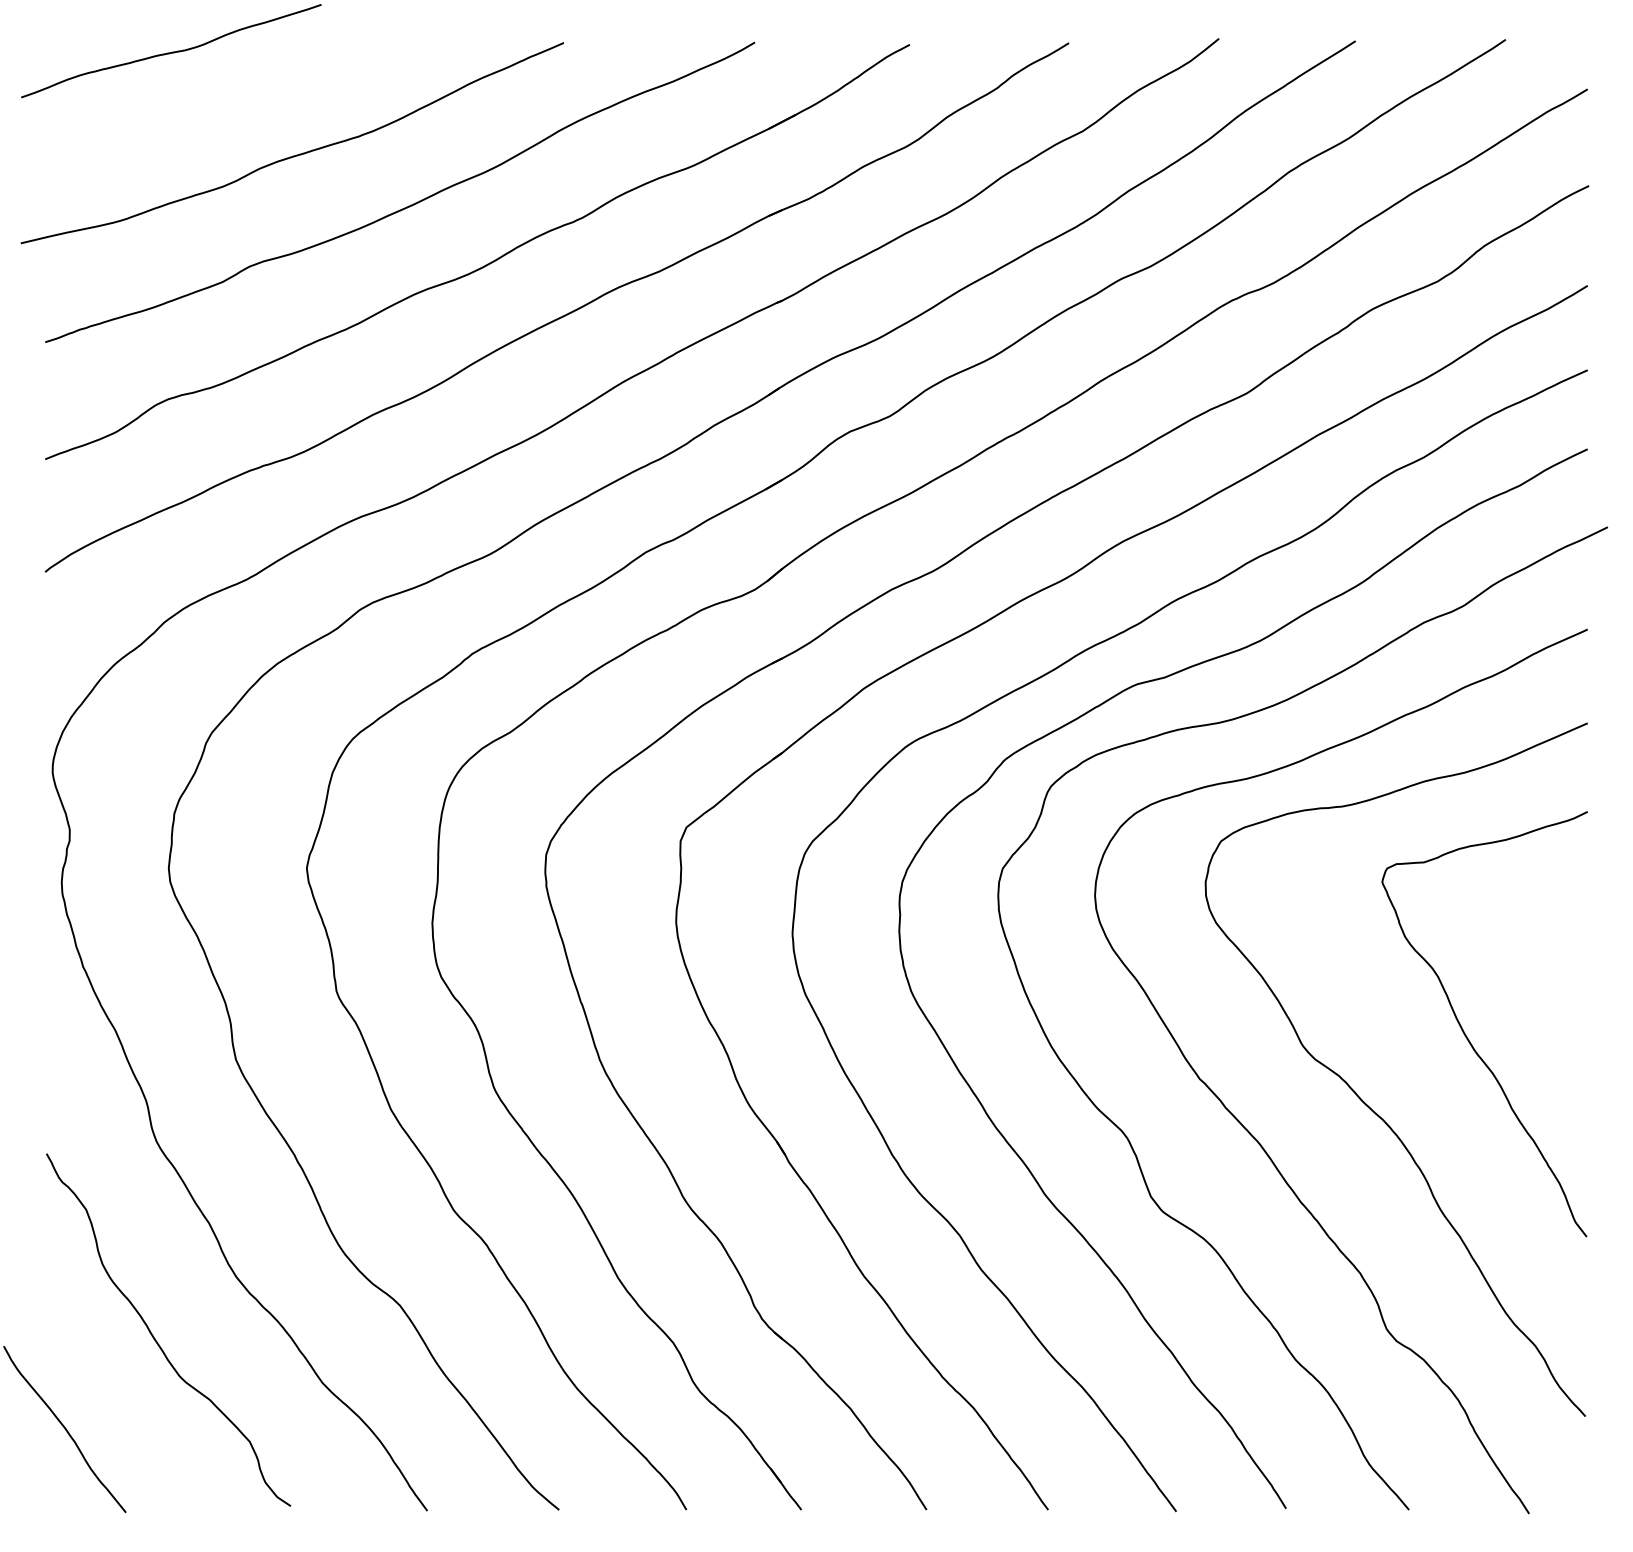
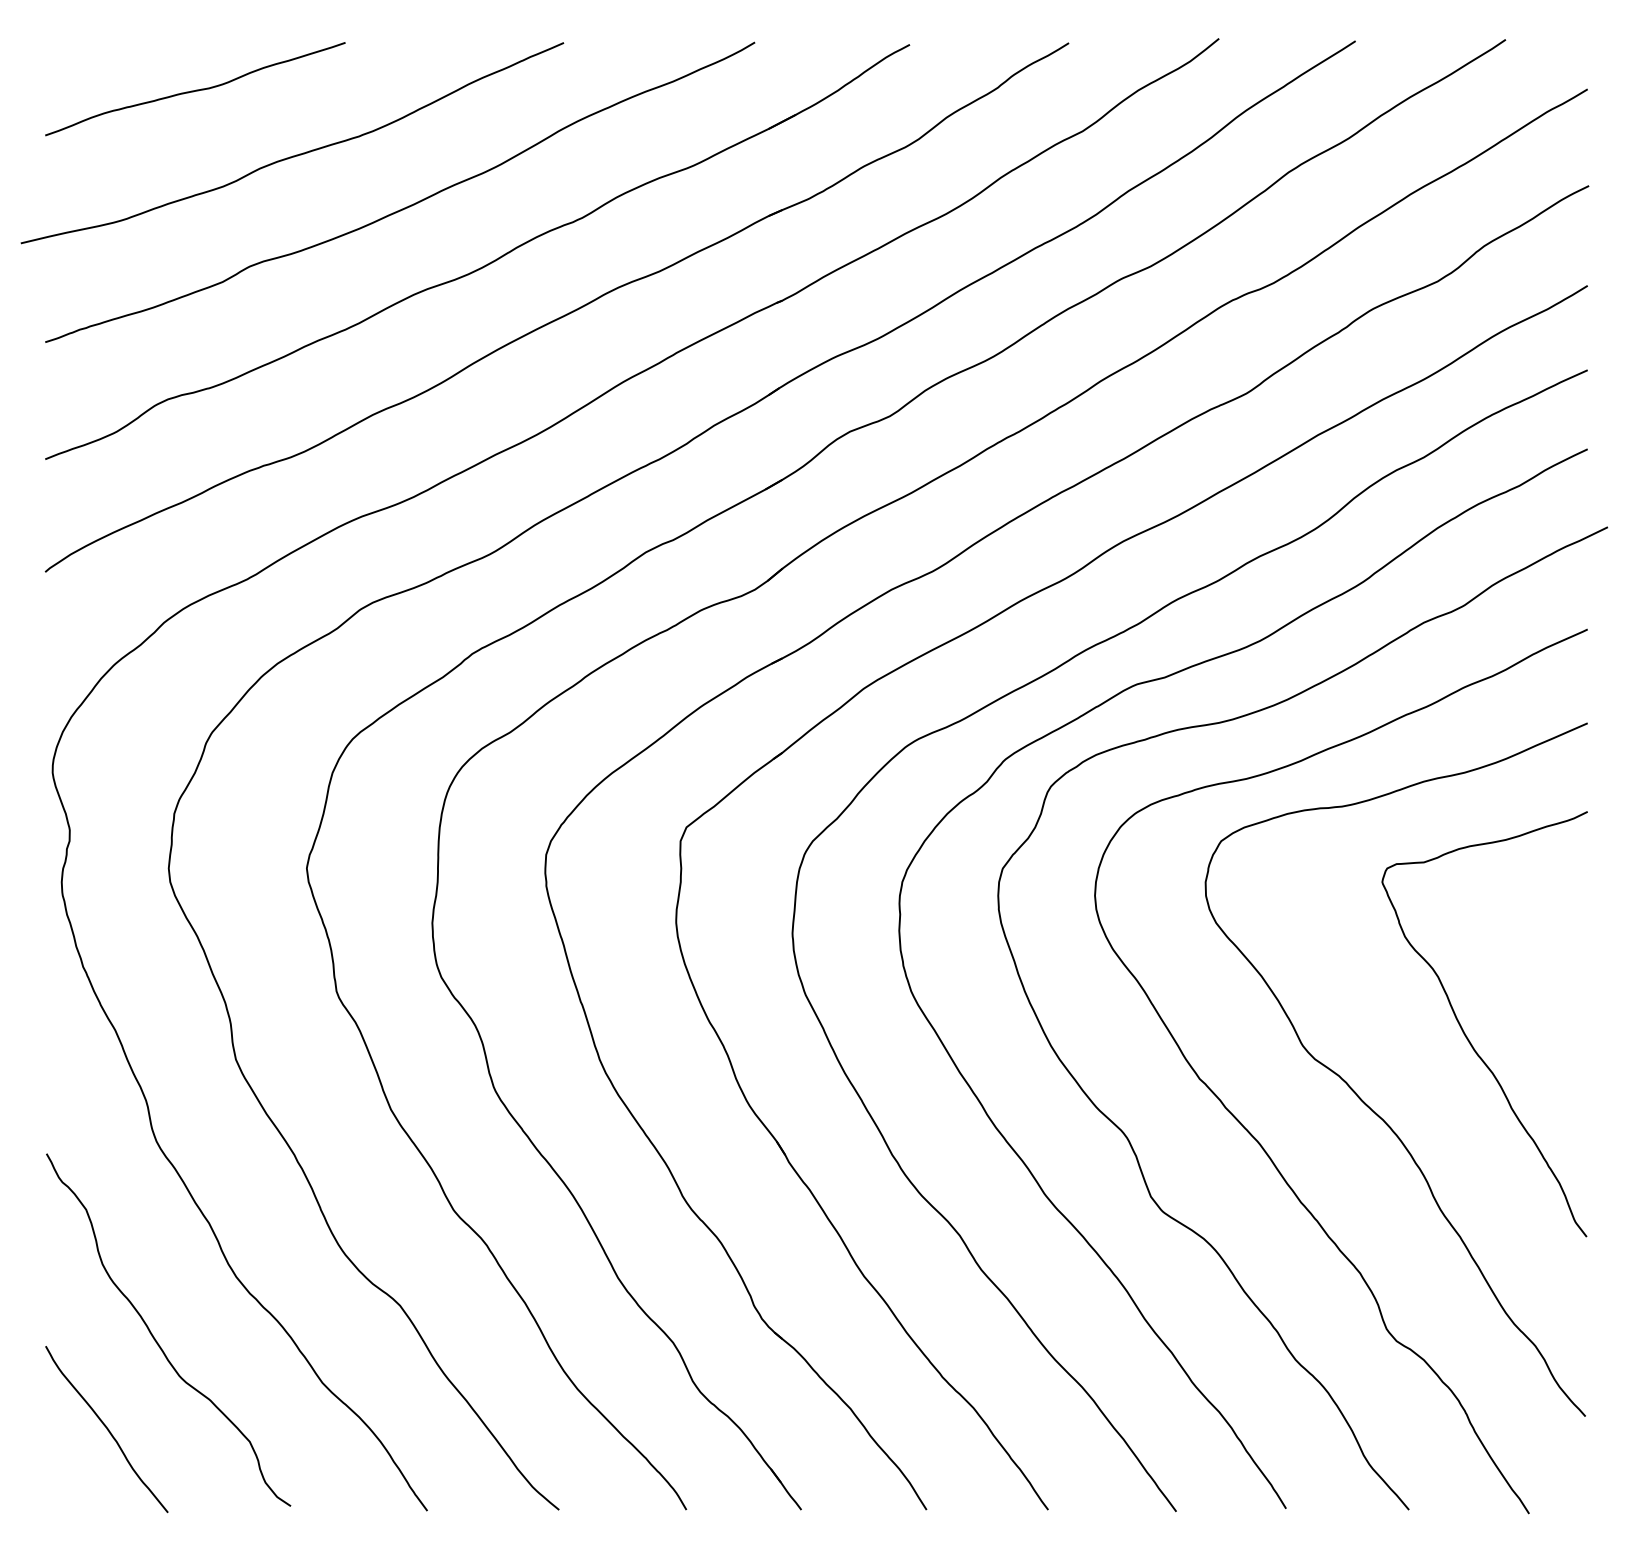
curve at (172, 51) position: (172, 51) -> (196, 89)
curve at (64, 1429) position: (64, 1429) -> (106, 1429)
